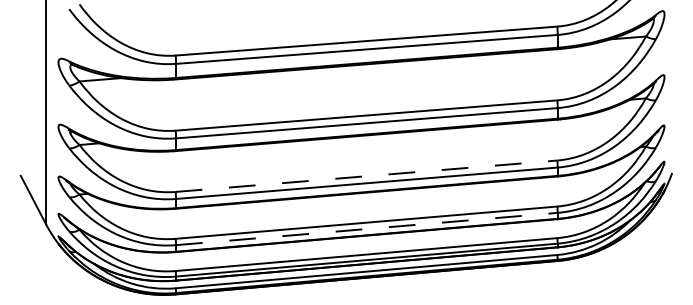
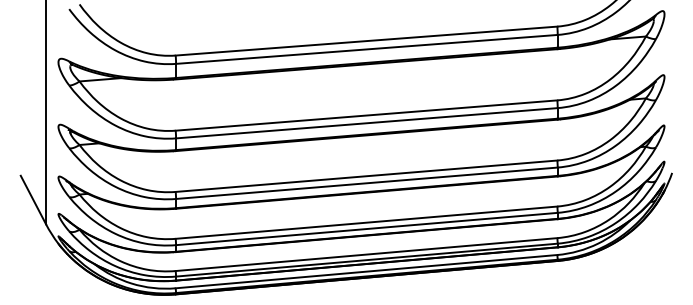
line at (367, 176): dashed -> solid
line at (367, 228): dashed -> solid
